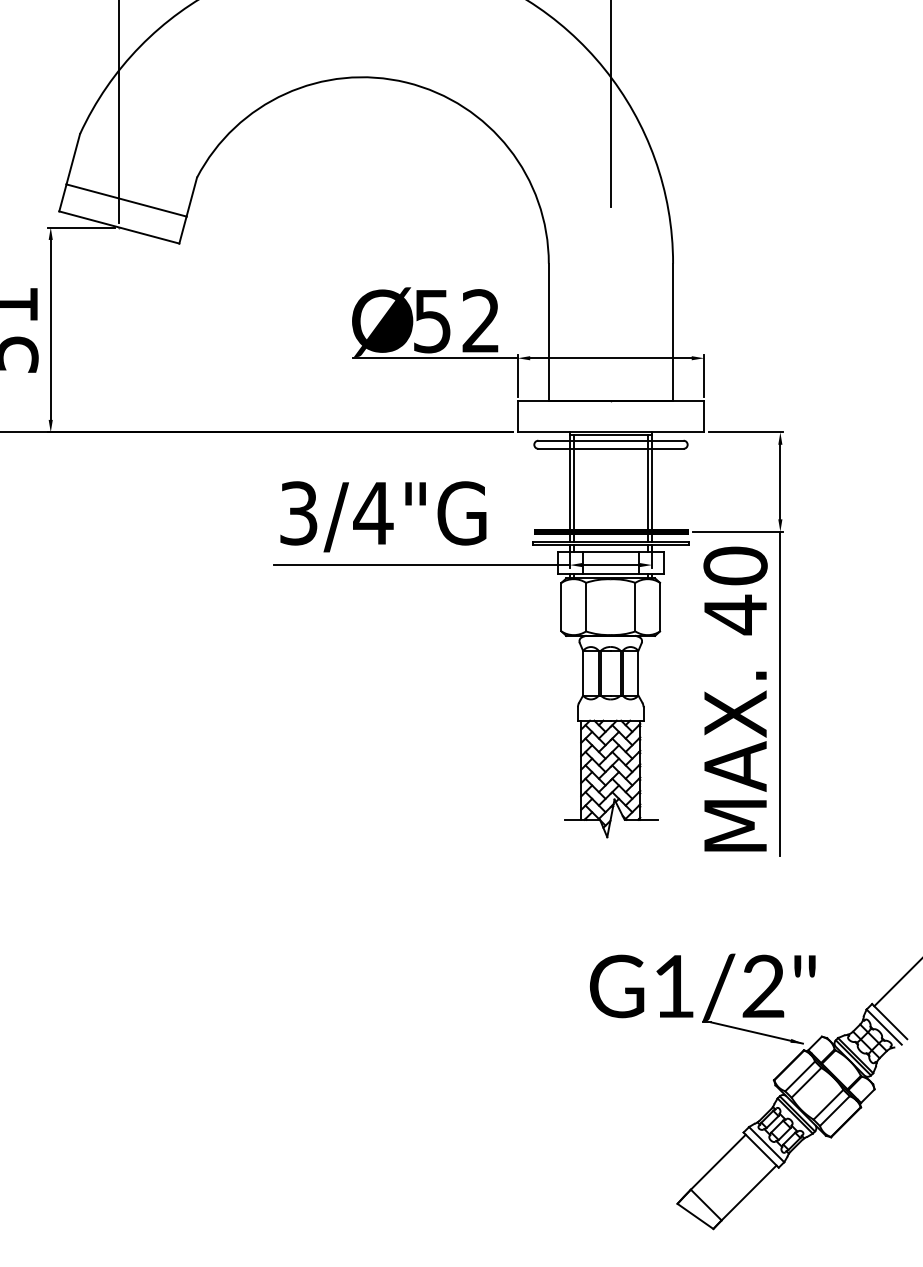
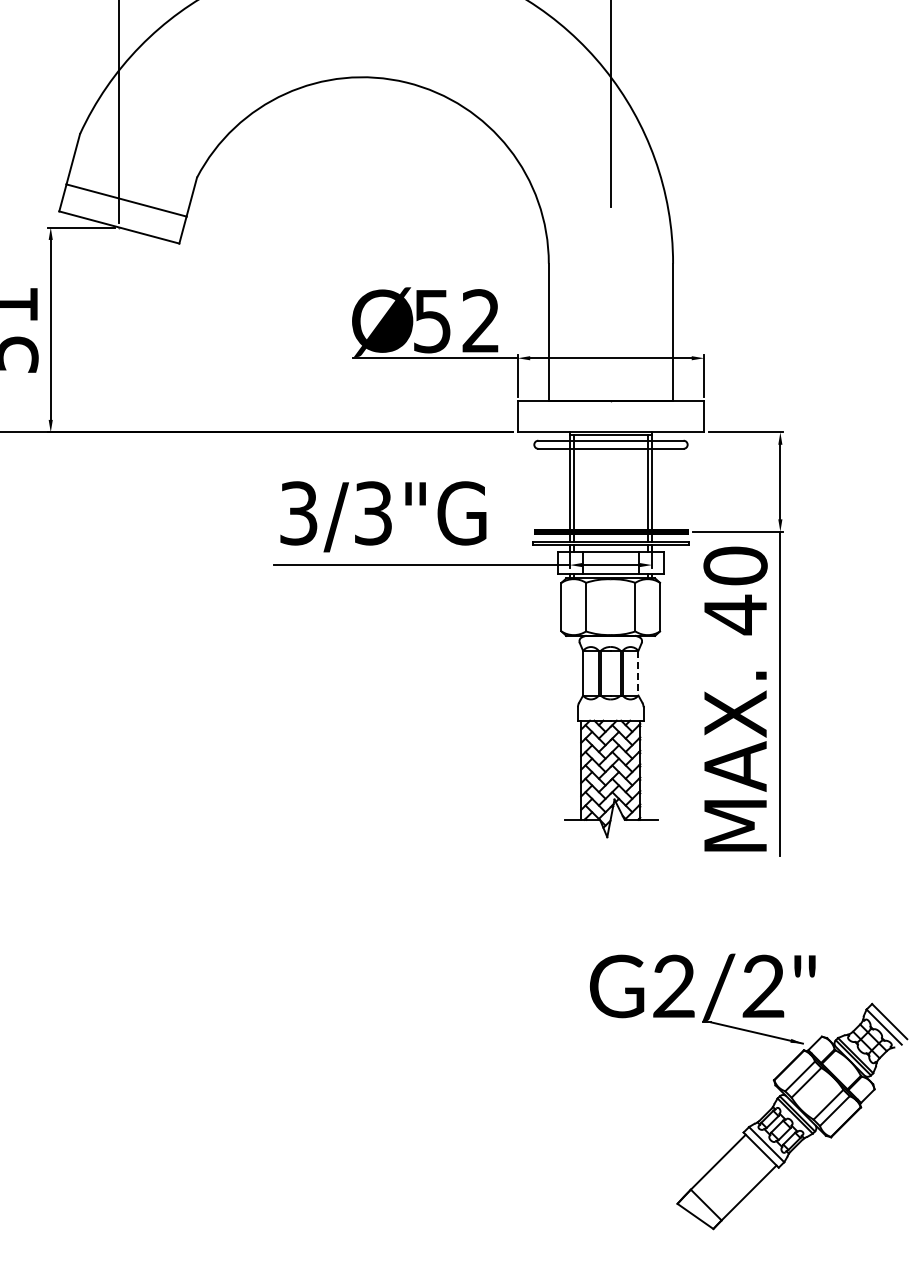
text at (373, 513): 3/4"G -> 3/3"G
line at (638, 673): solid -> dashed
line at (896, 983): present -> none
text at (673, 985): G1/2" -> G2/2"
